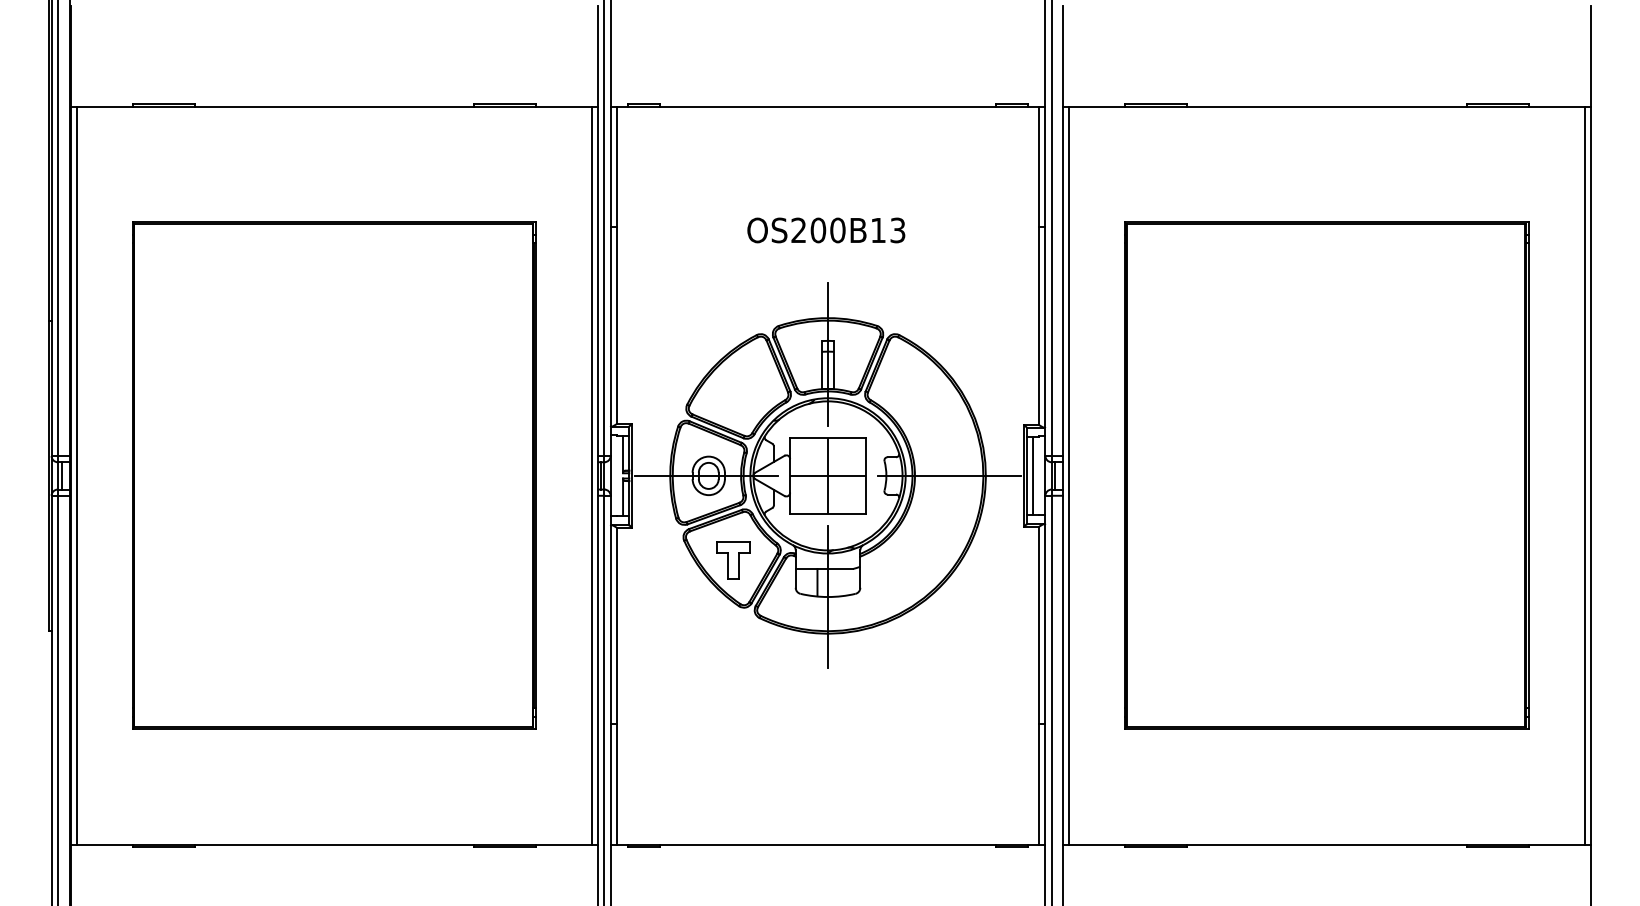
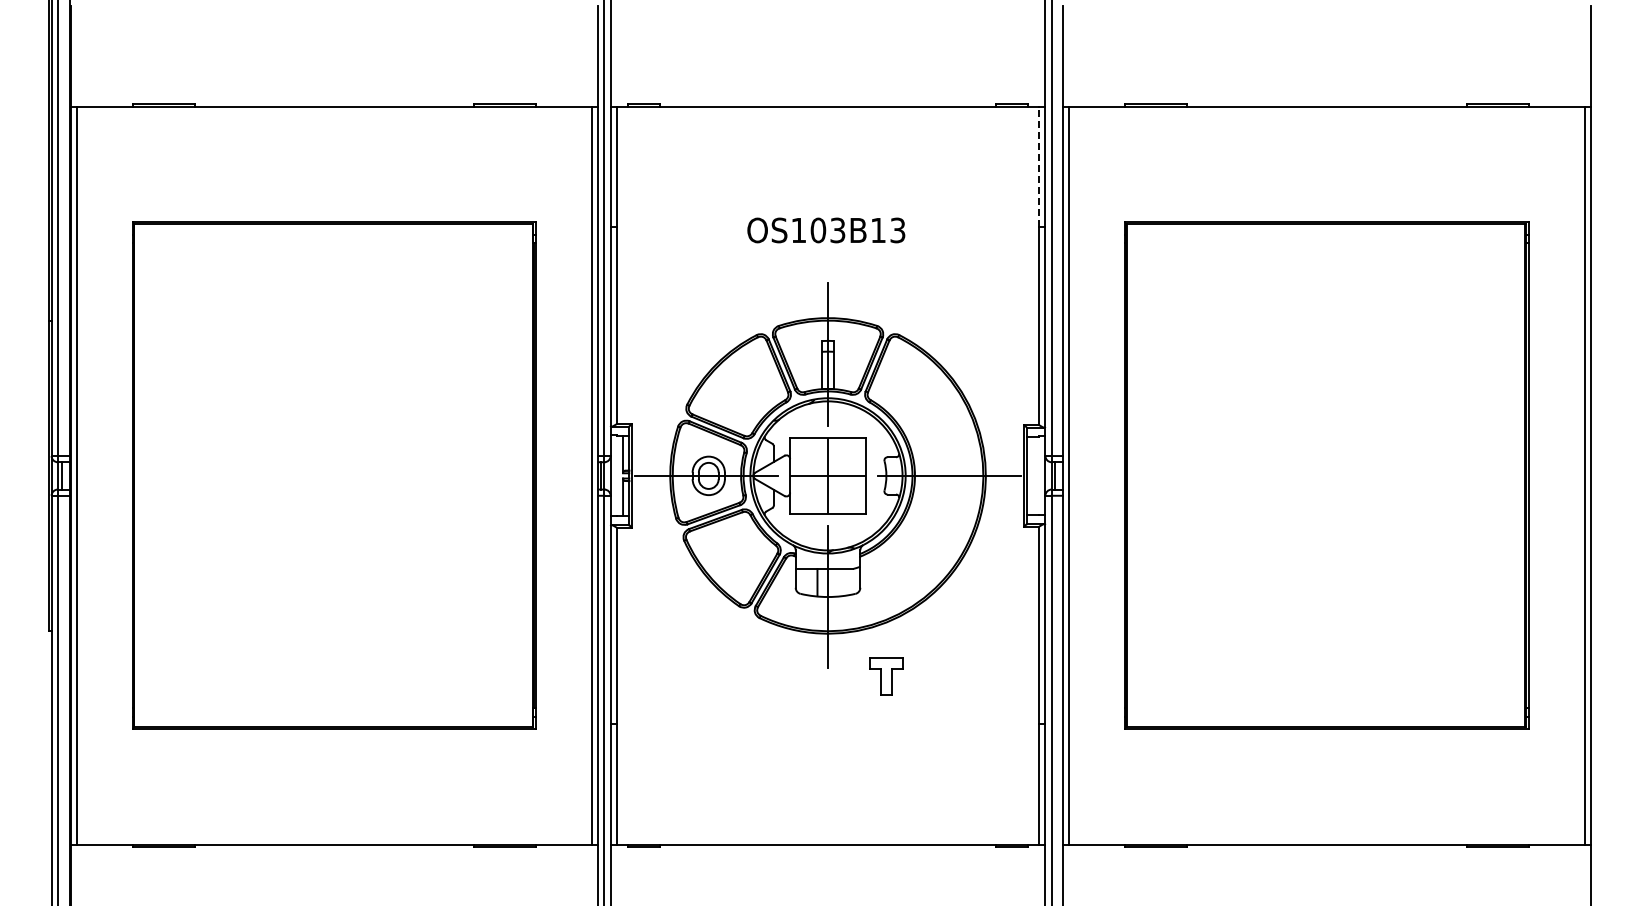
line at (1039, 166): solid -> dashed
text at (818, 230): OS200B13 -> OS103B13
line at (1033, 475): present -> none
part at (733, 560) position: (733, 560) -> (886, 676)
